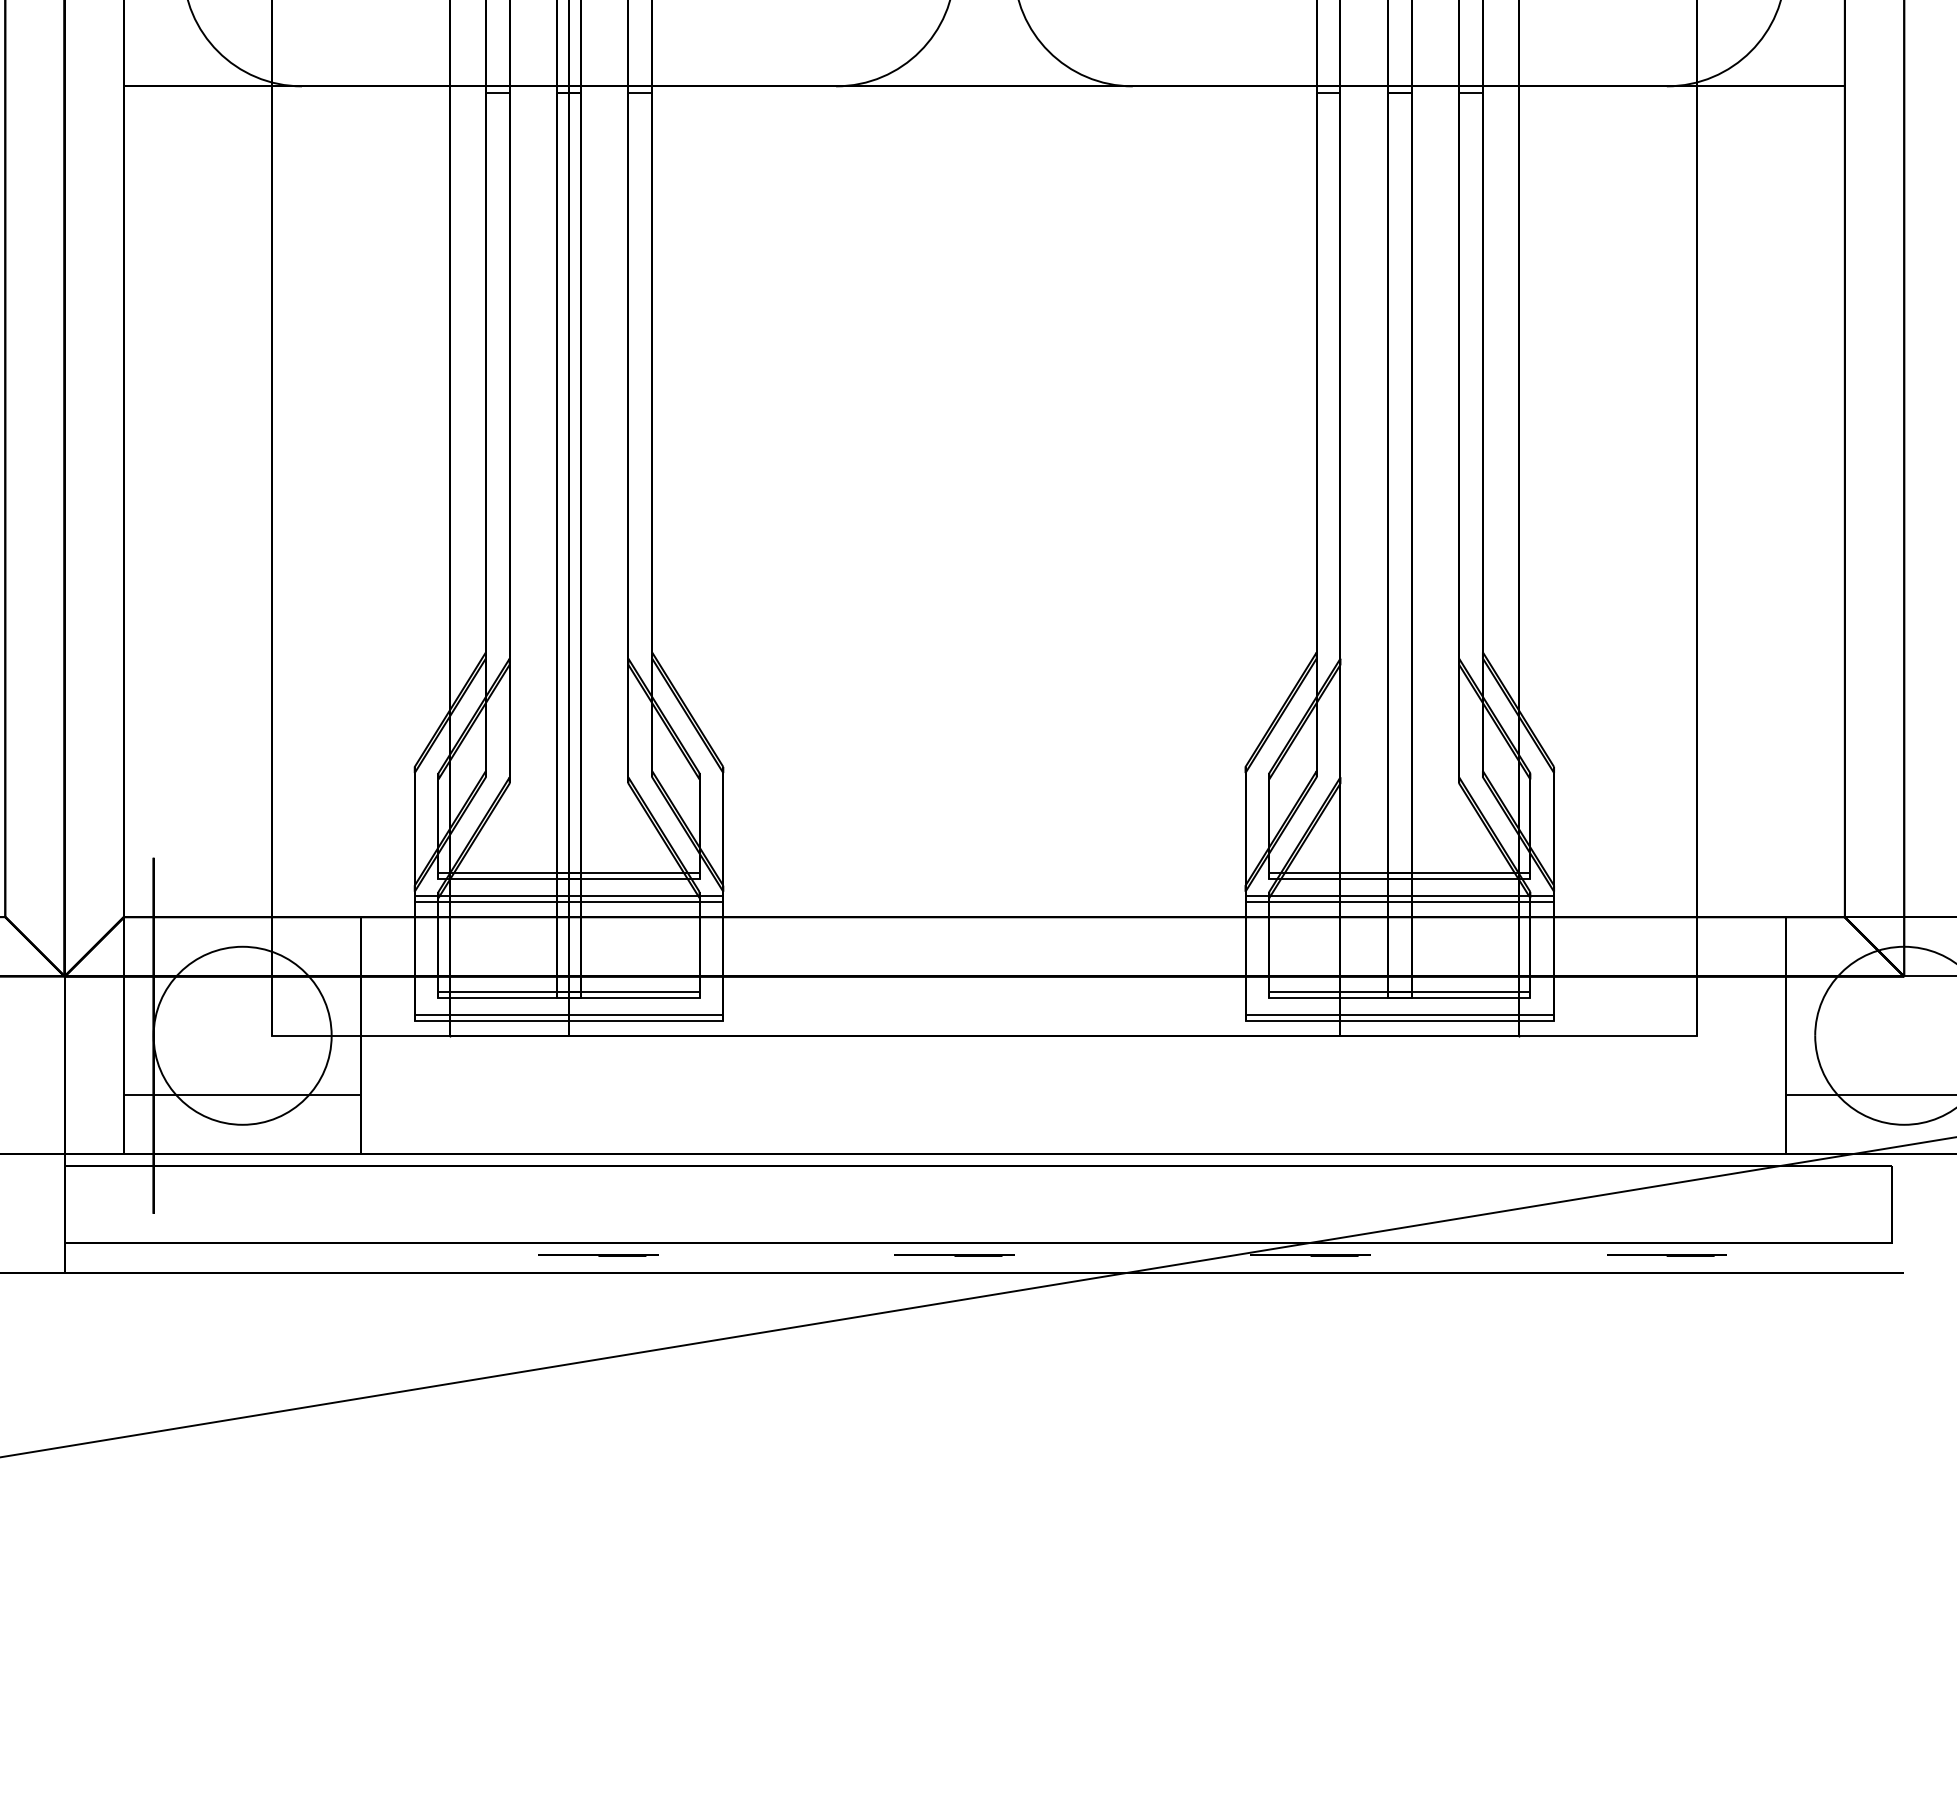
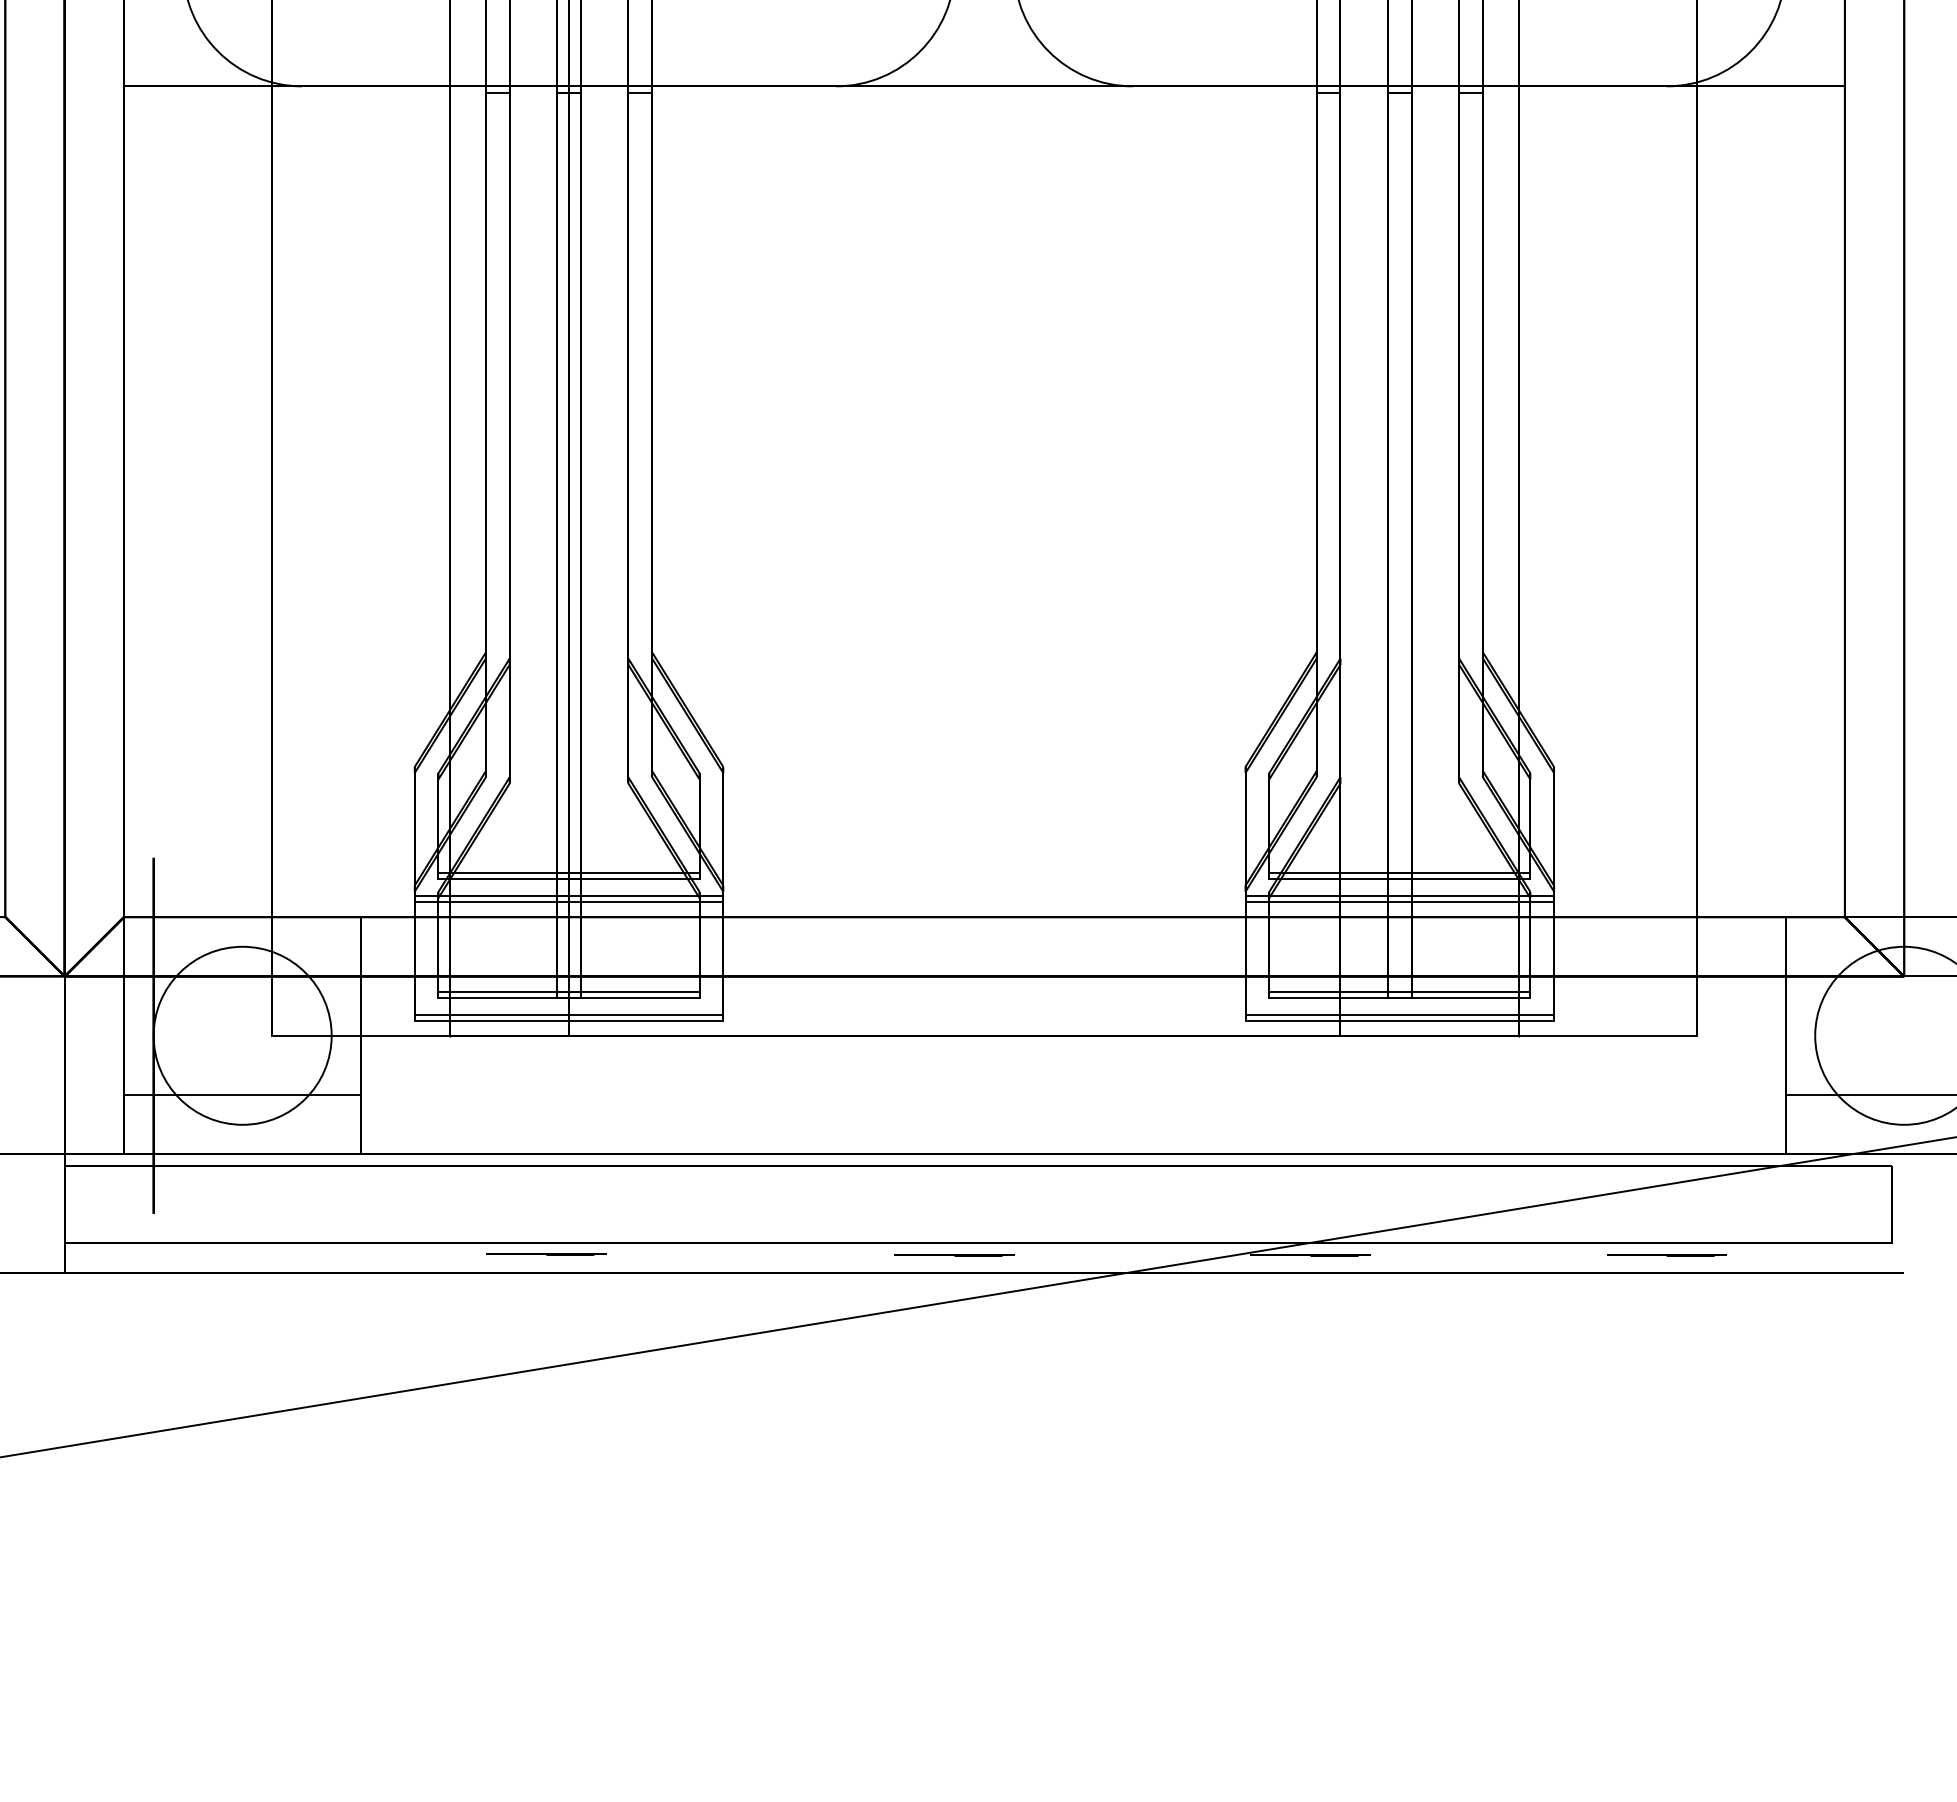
line at (598, 1255) position: (598, 1255) -> (546, 1254)
